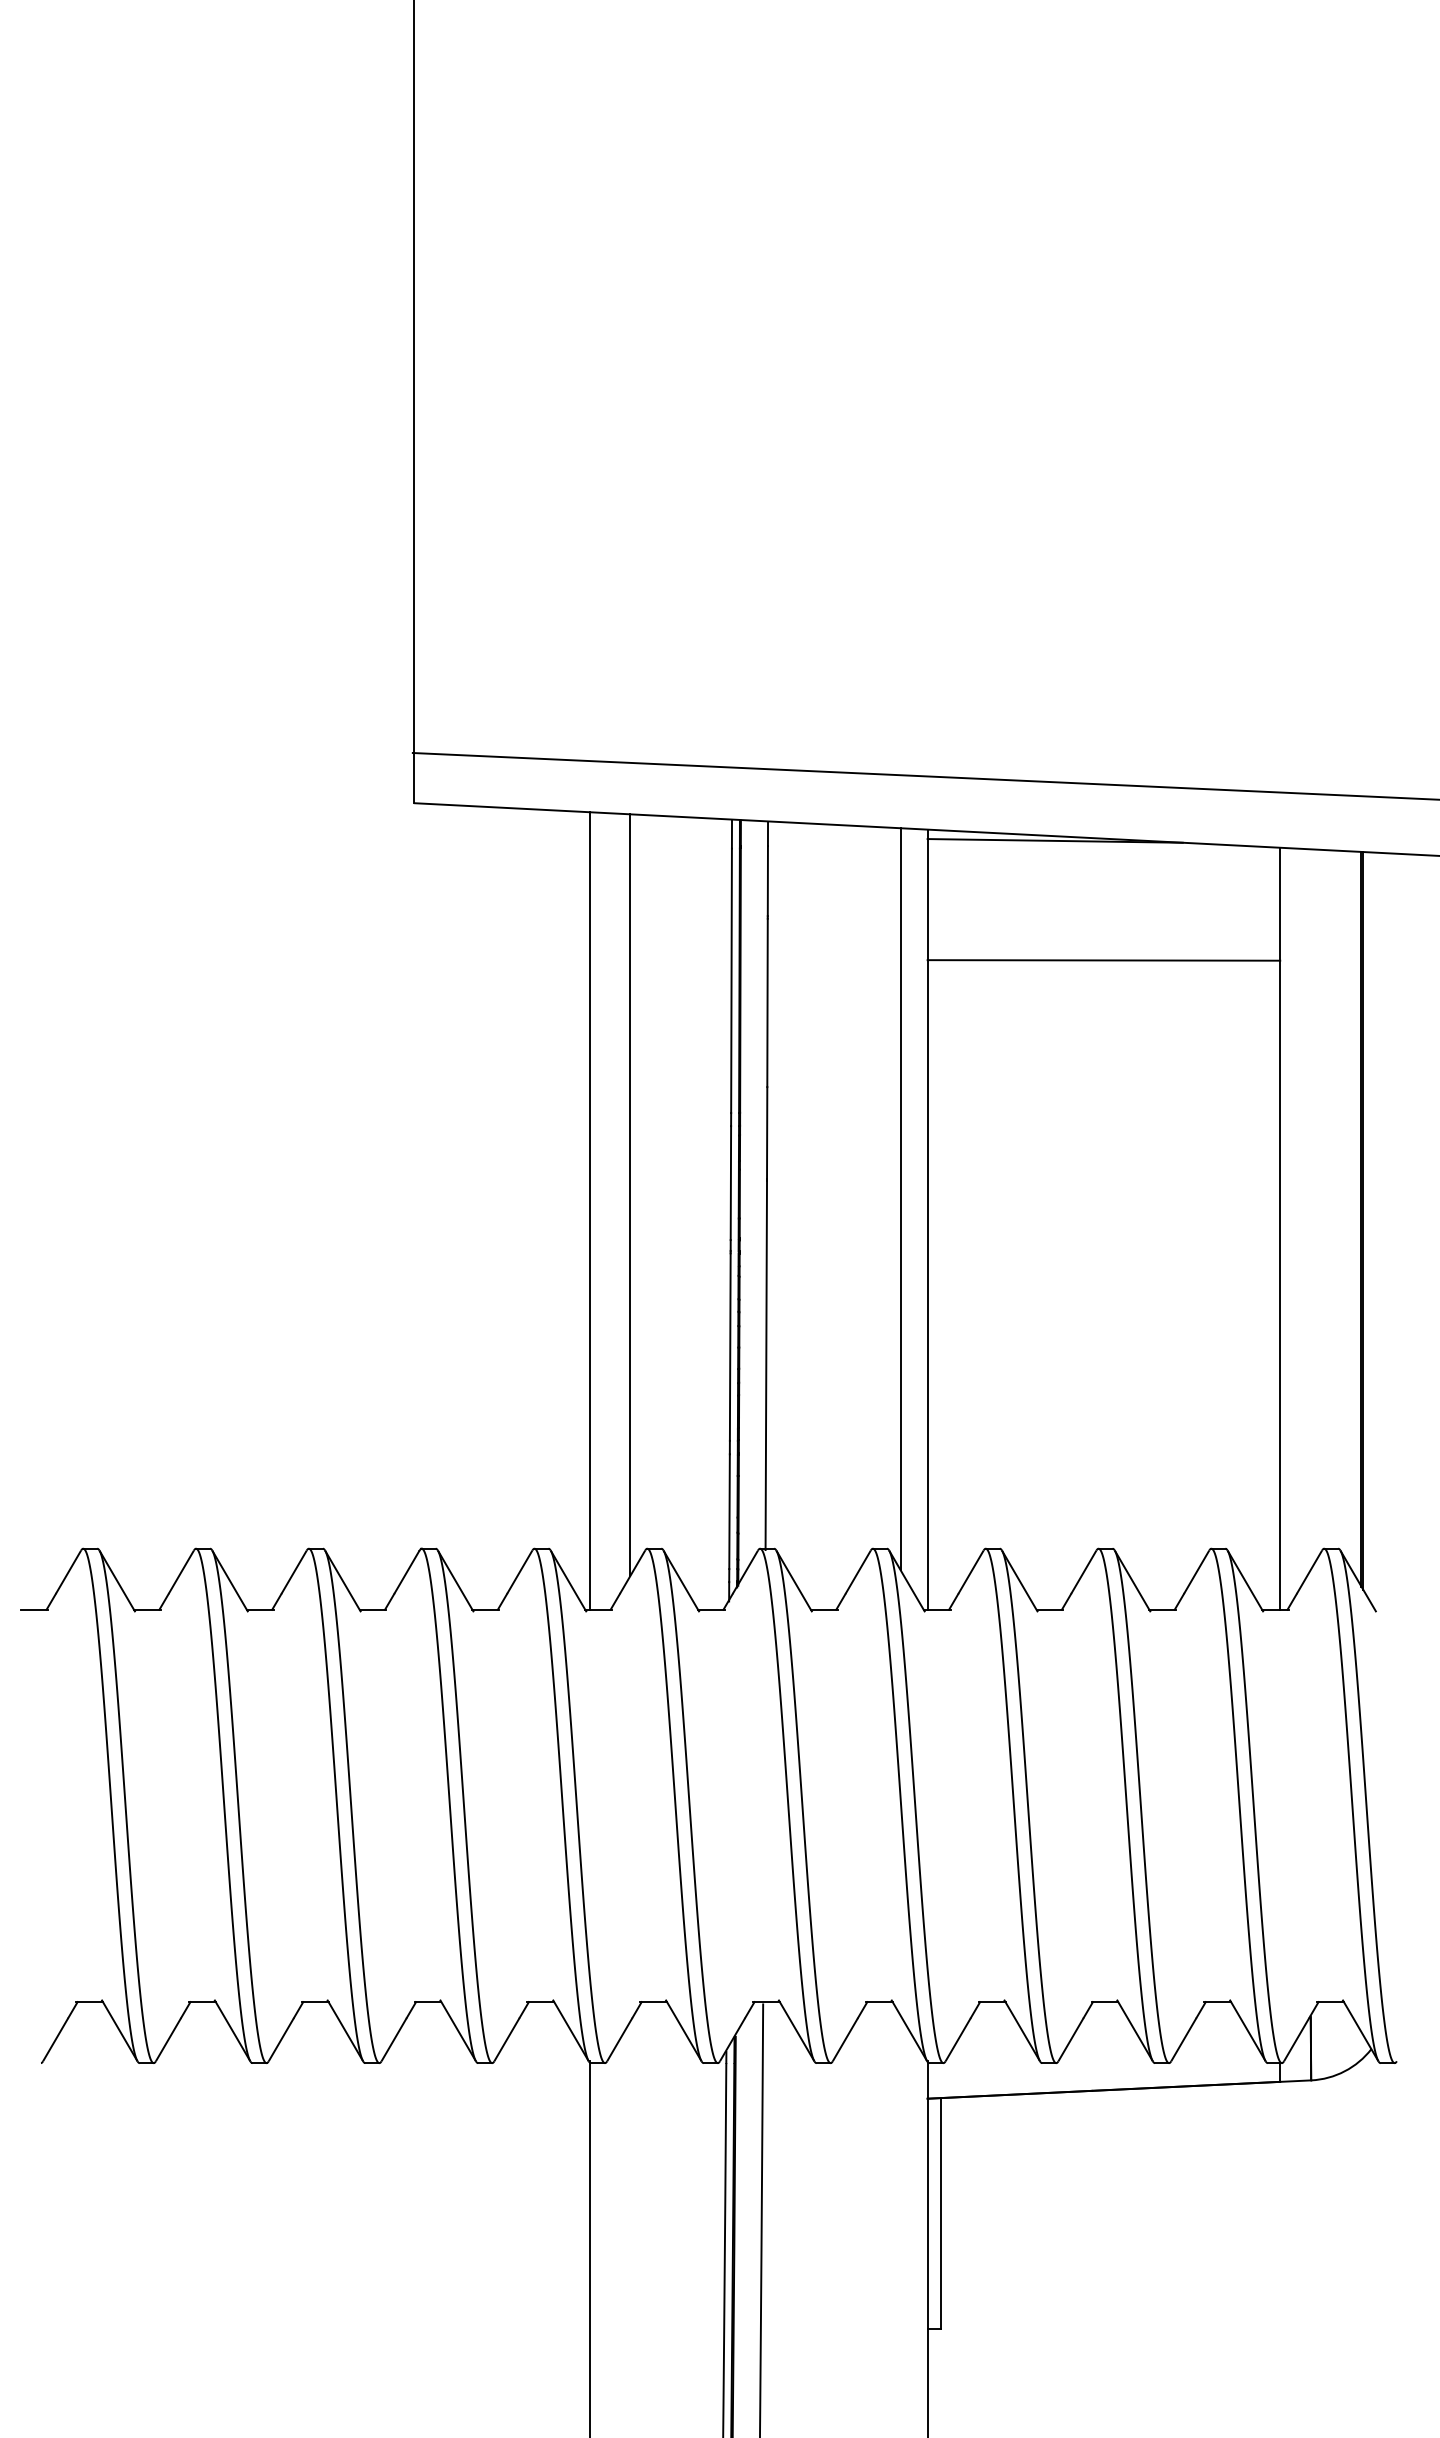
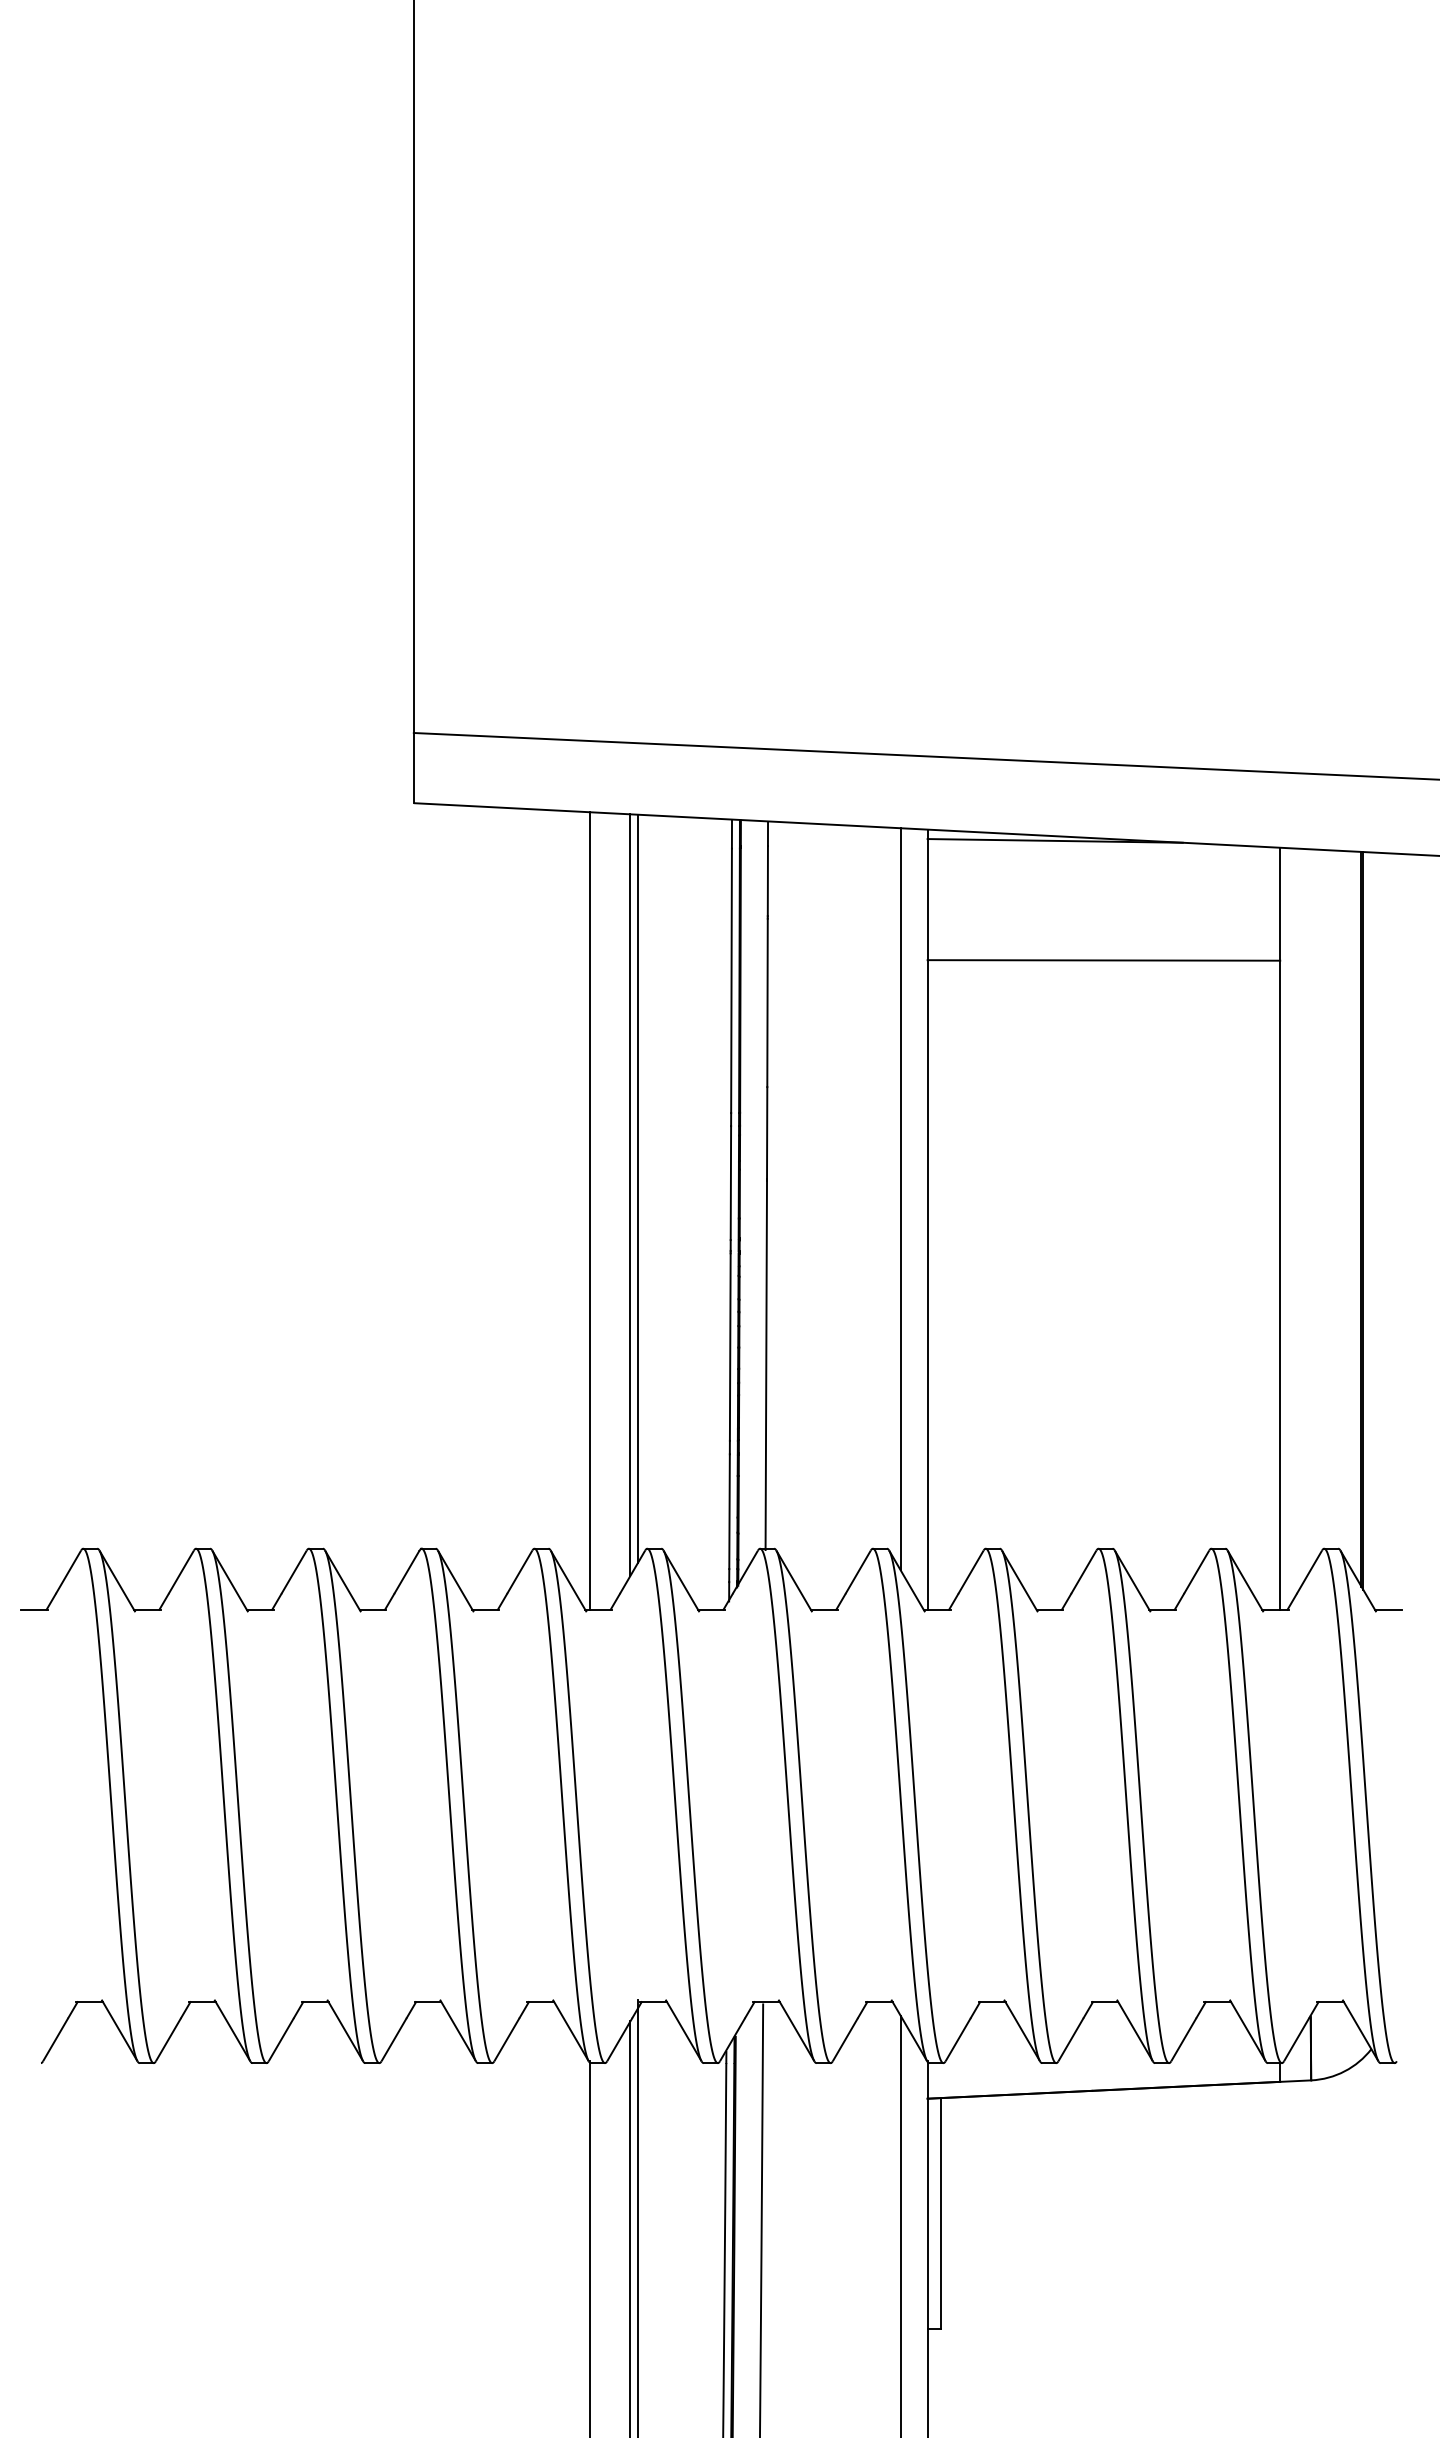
line at (924, 776) position: (924, 776) -> (924, 756)
line at (637, 1188): none -> present
line at (1387, 1609): none -> present
line at (637, 2216): none -> present
line at (900, 2224): none -> present
line at (630, 2227): none -> present
